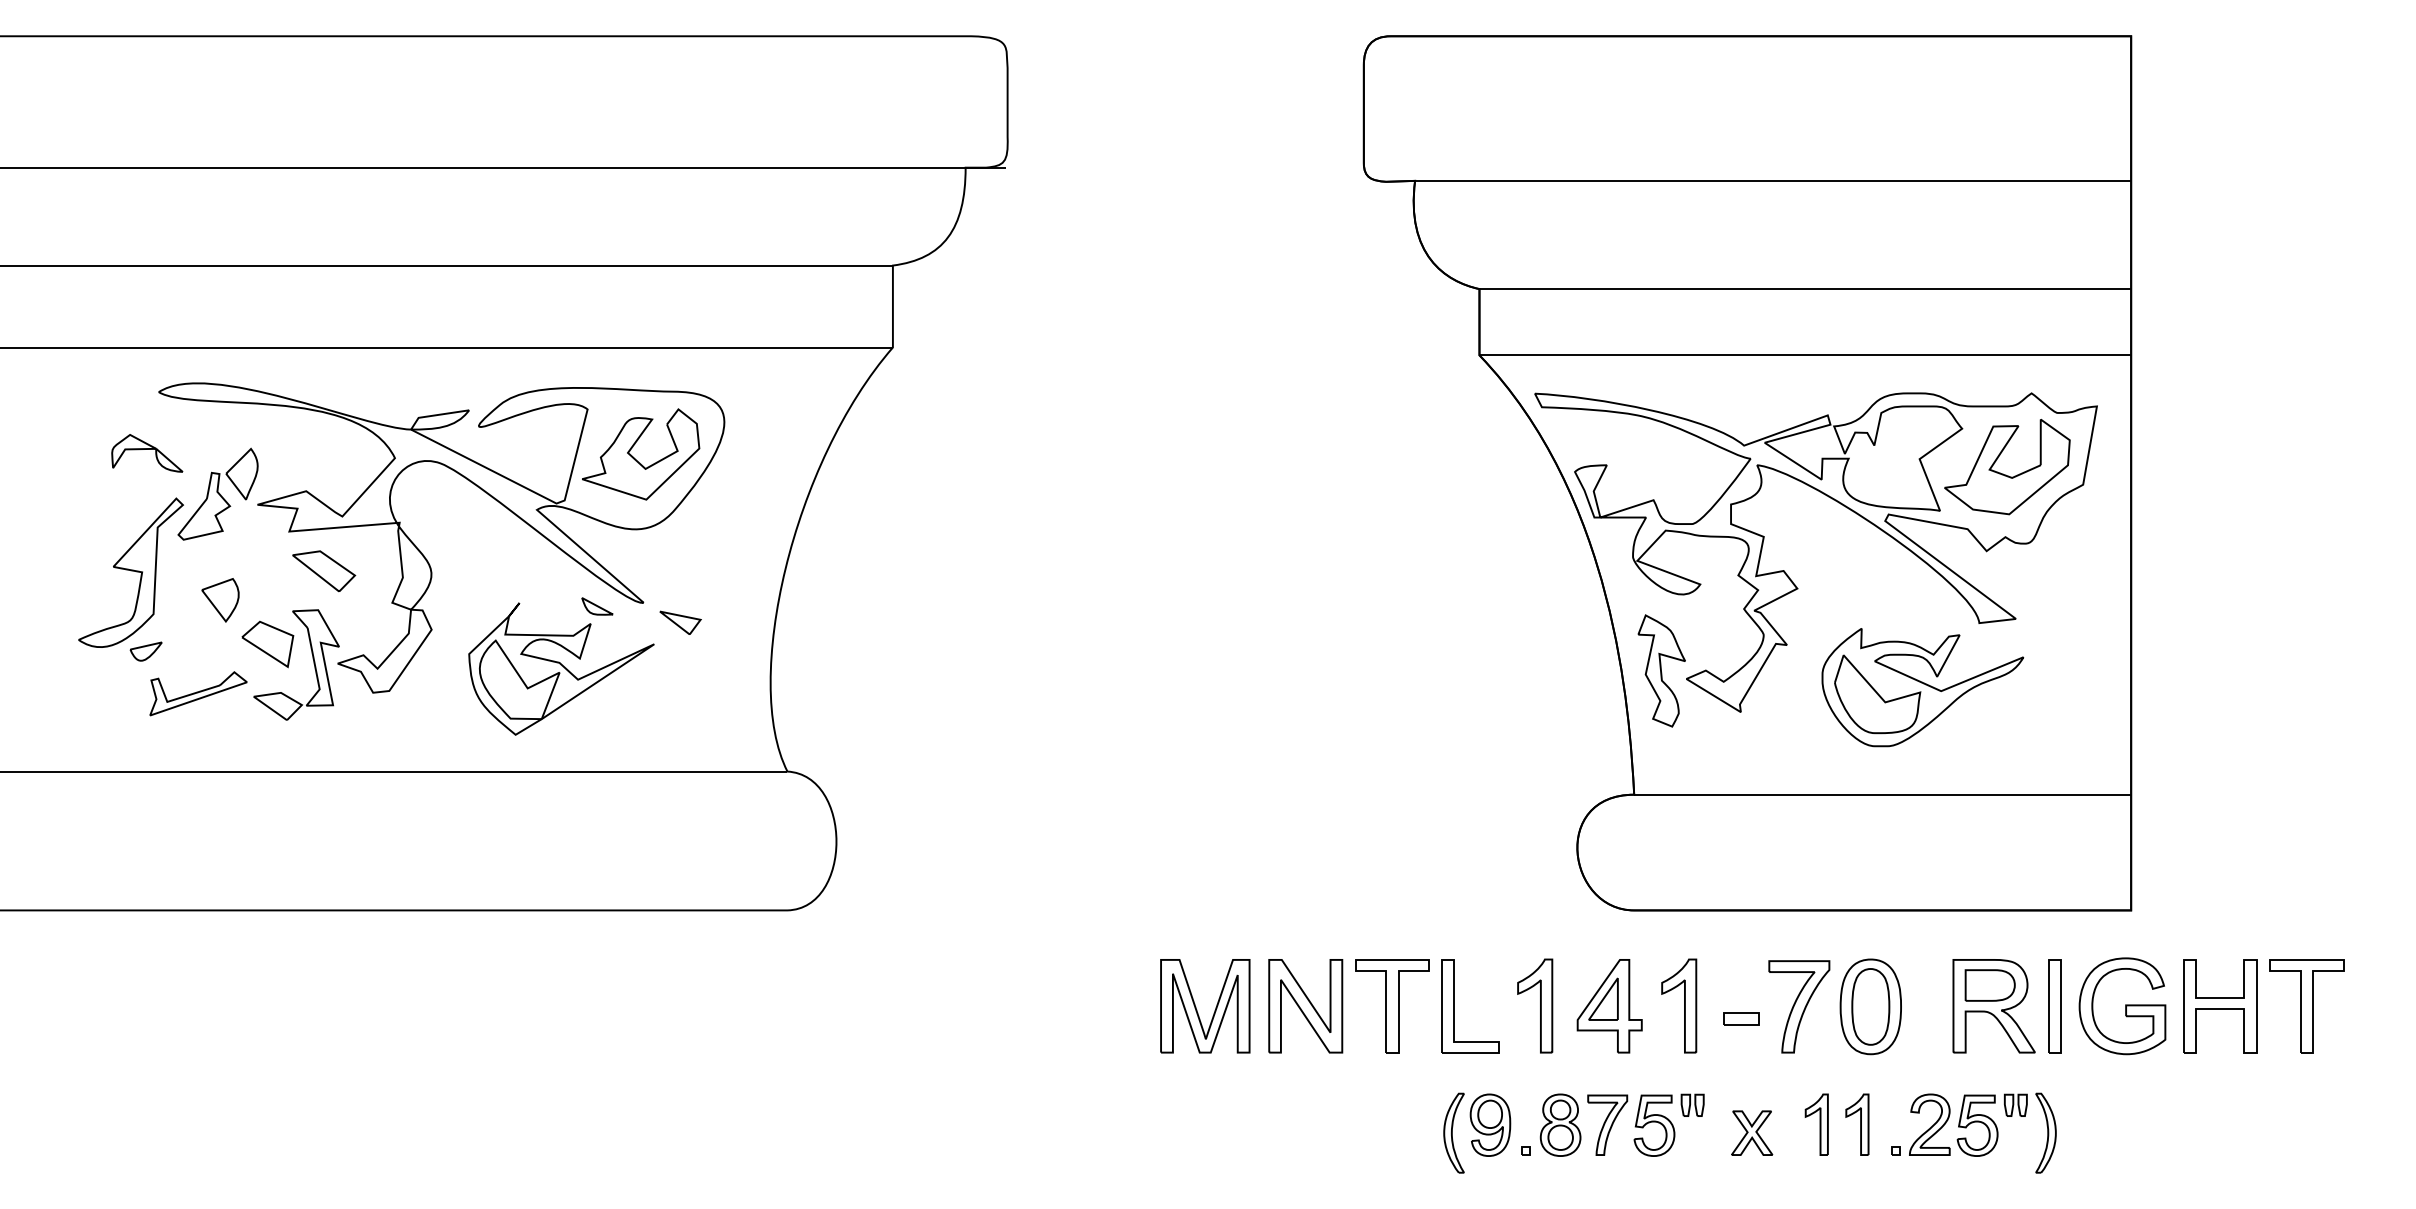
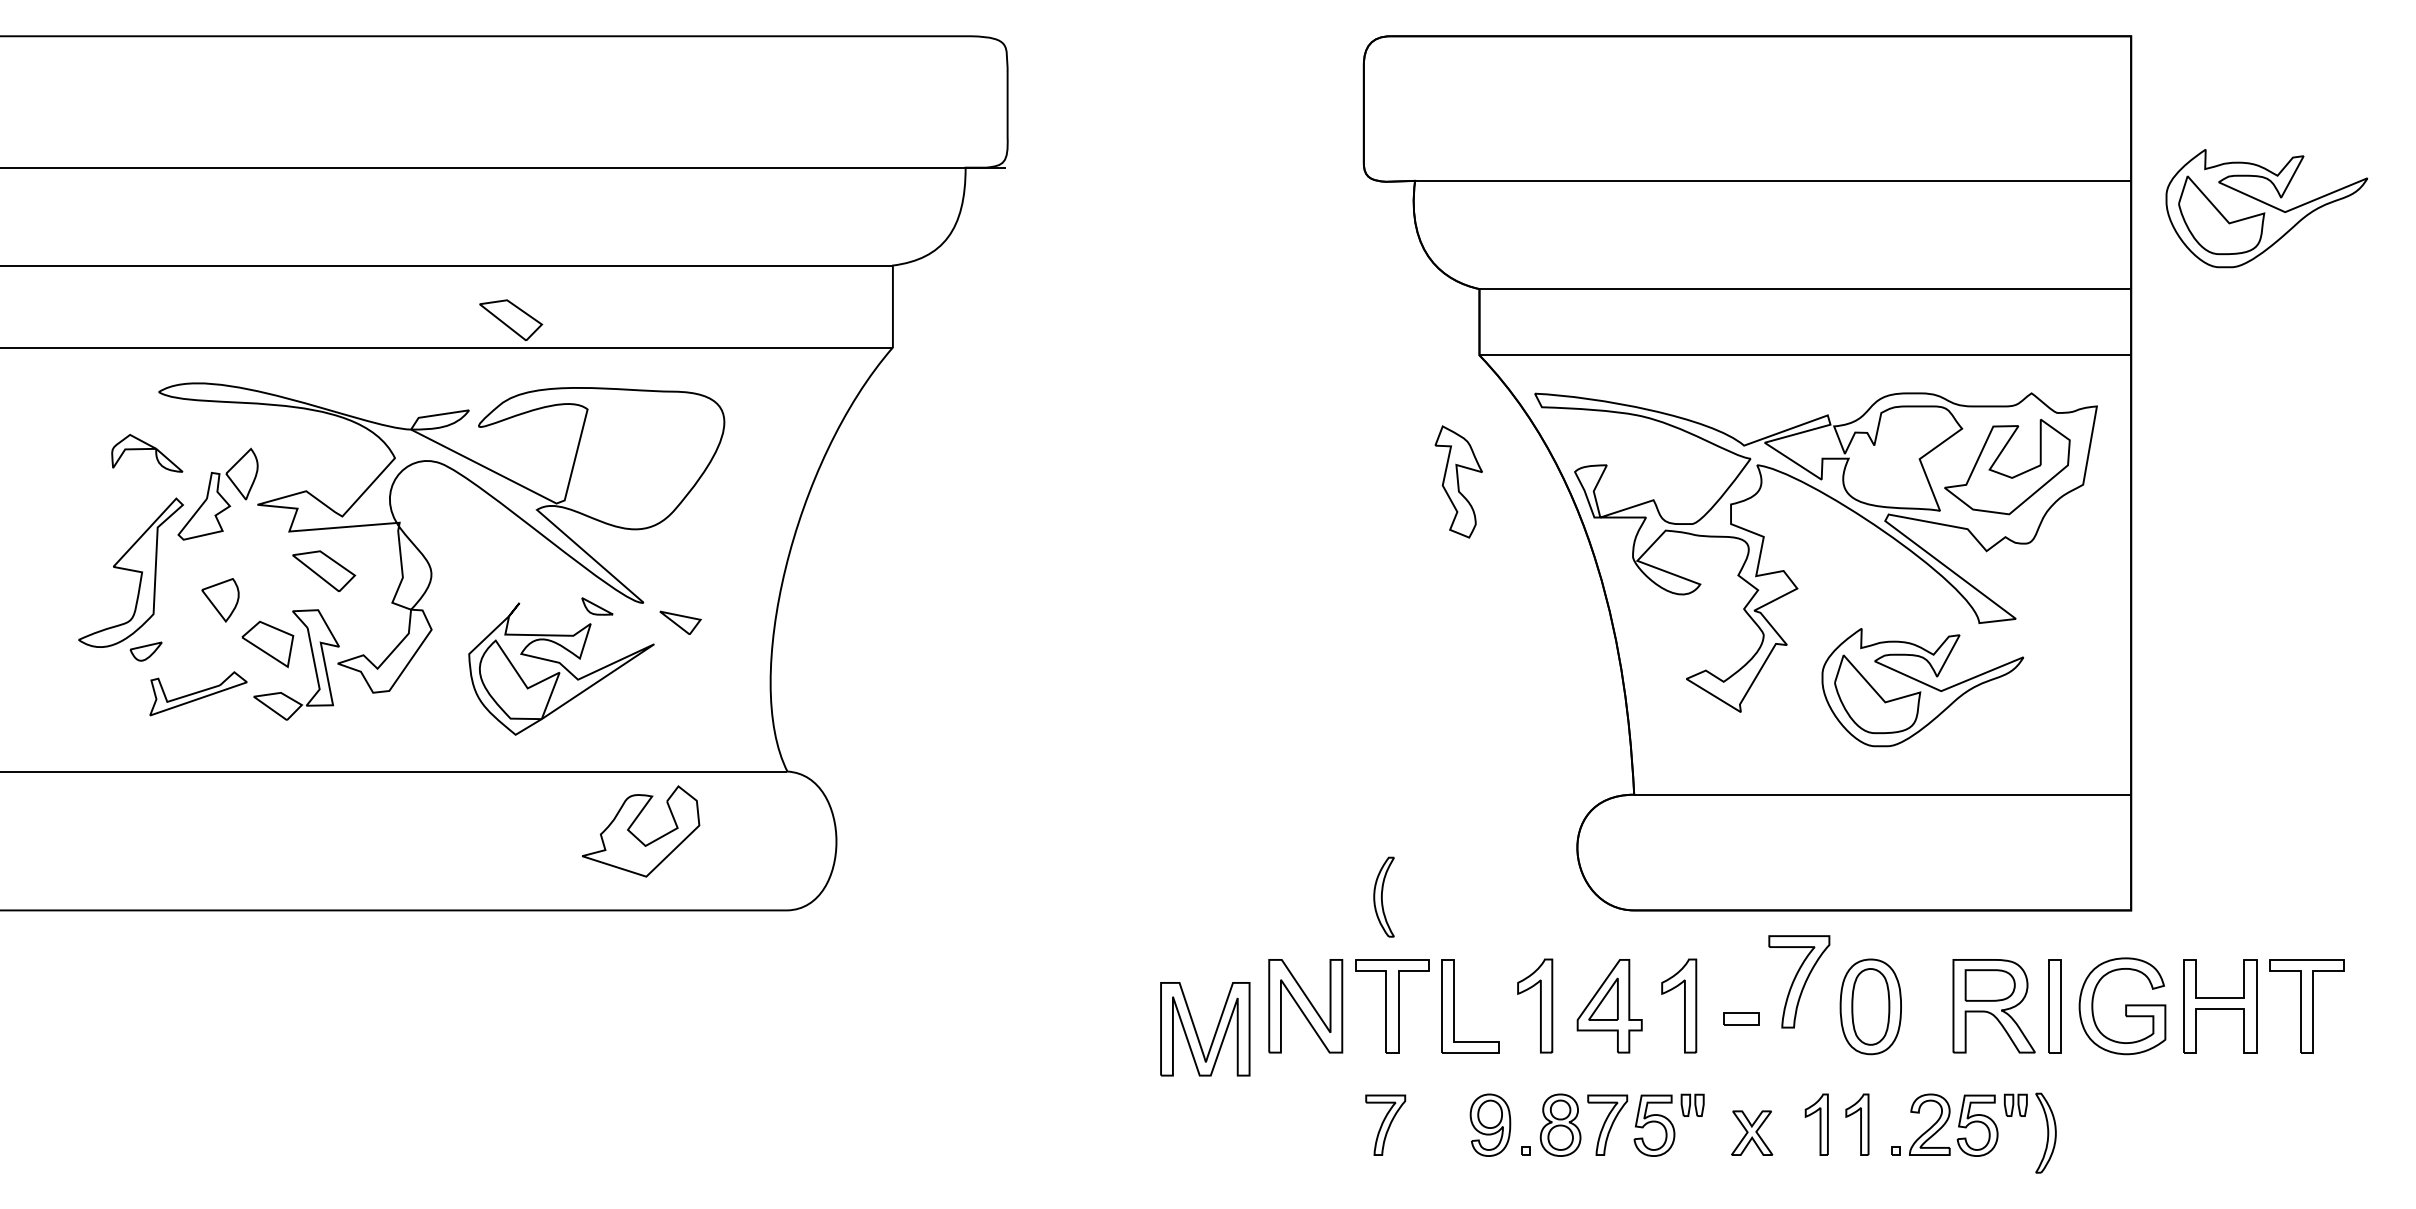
part at (2266, 208): none -> present
part at (511, 320): none -> present
part at (636, 459) position: (636, 459) -> (636, 836)
part at (1661, 670) position: (1661, 670) -> (1458, 481)
part at (1799, 1006) position: (1799, 1006) -> (1799, 981)
part at (1197, 1009) position: (1197, 1009) -> (1197, 1032)
part at (1385, 1124): none -> present
part at (1453, 1132) position: (1453, 1132) -> (1383, 896)
